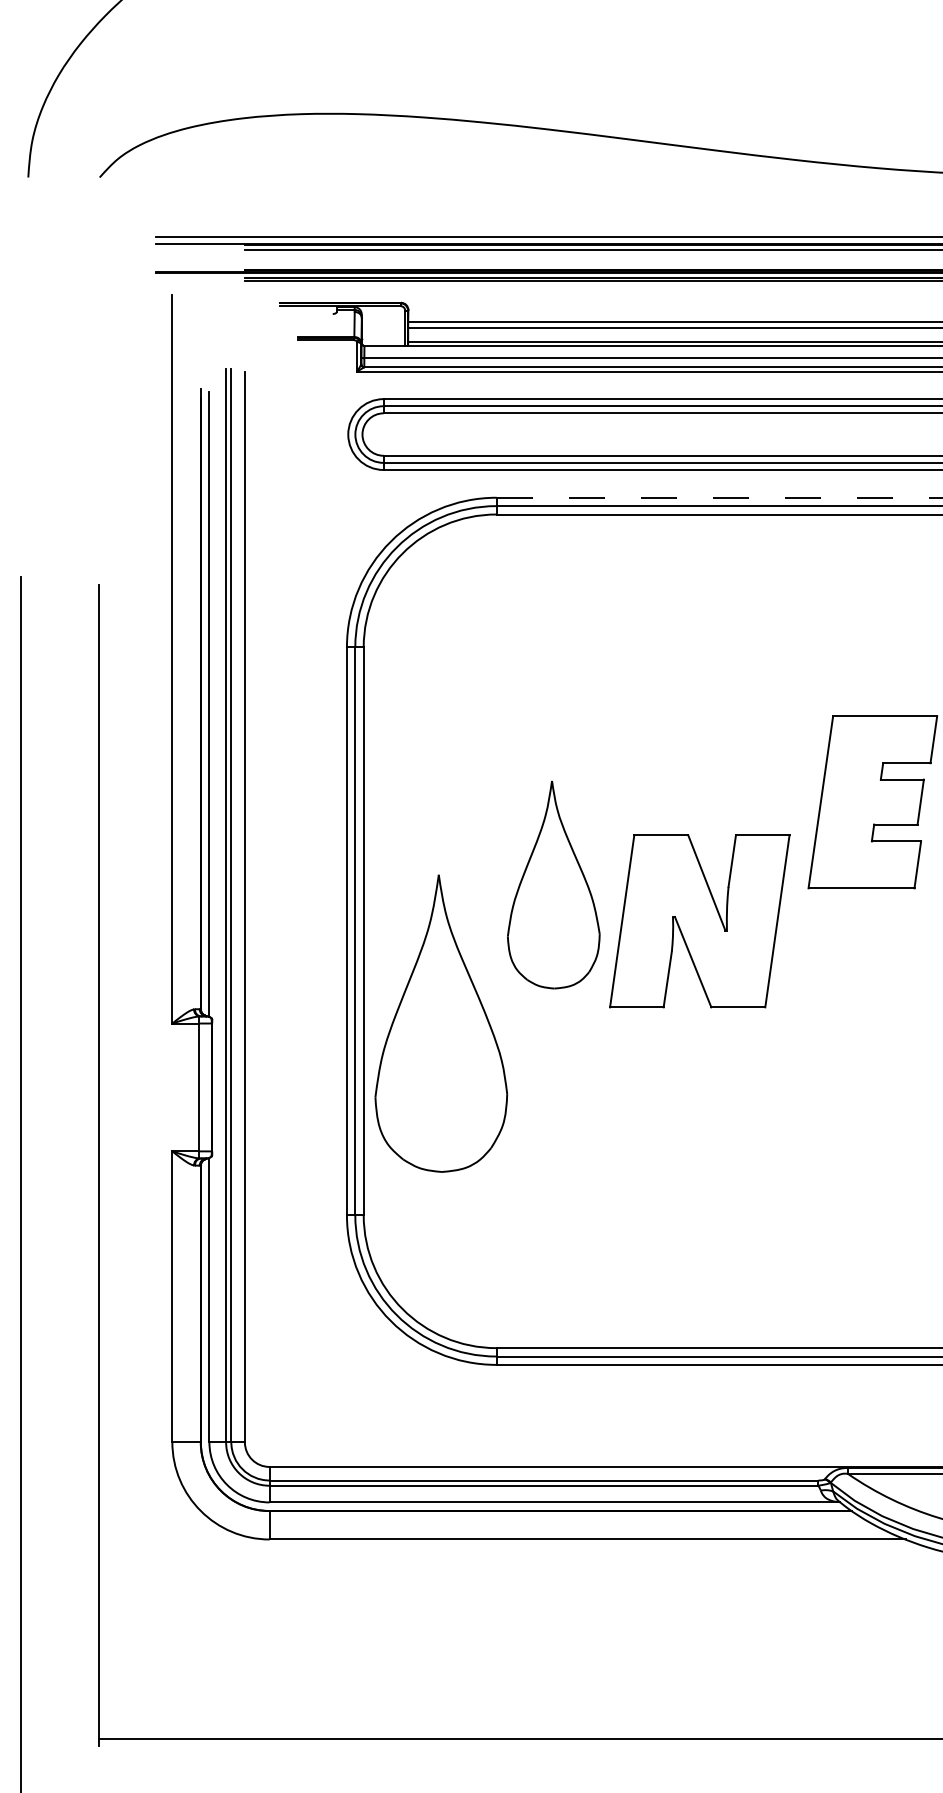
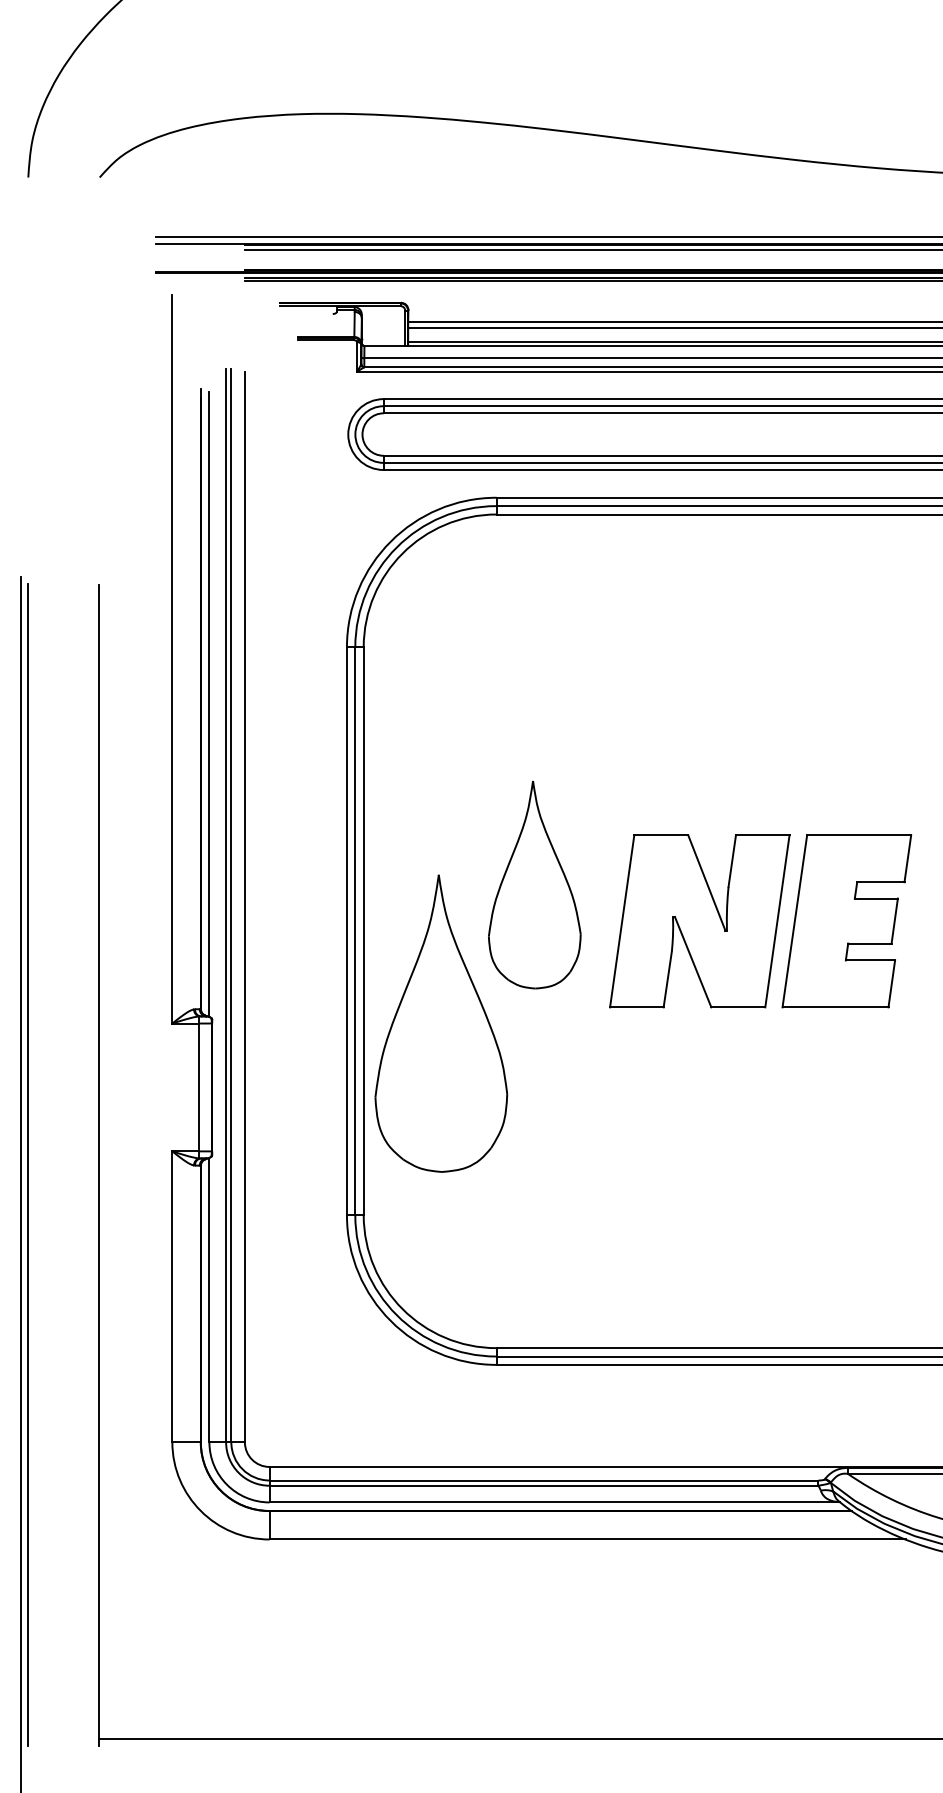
line at (719, 497): dashed -> solid
part at (872, 802) position: (872, 802) -> (846, 921)
part at (553, 885) position: (553, 885) -> (534, 885)
line at (28, 1165): none -> present
